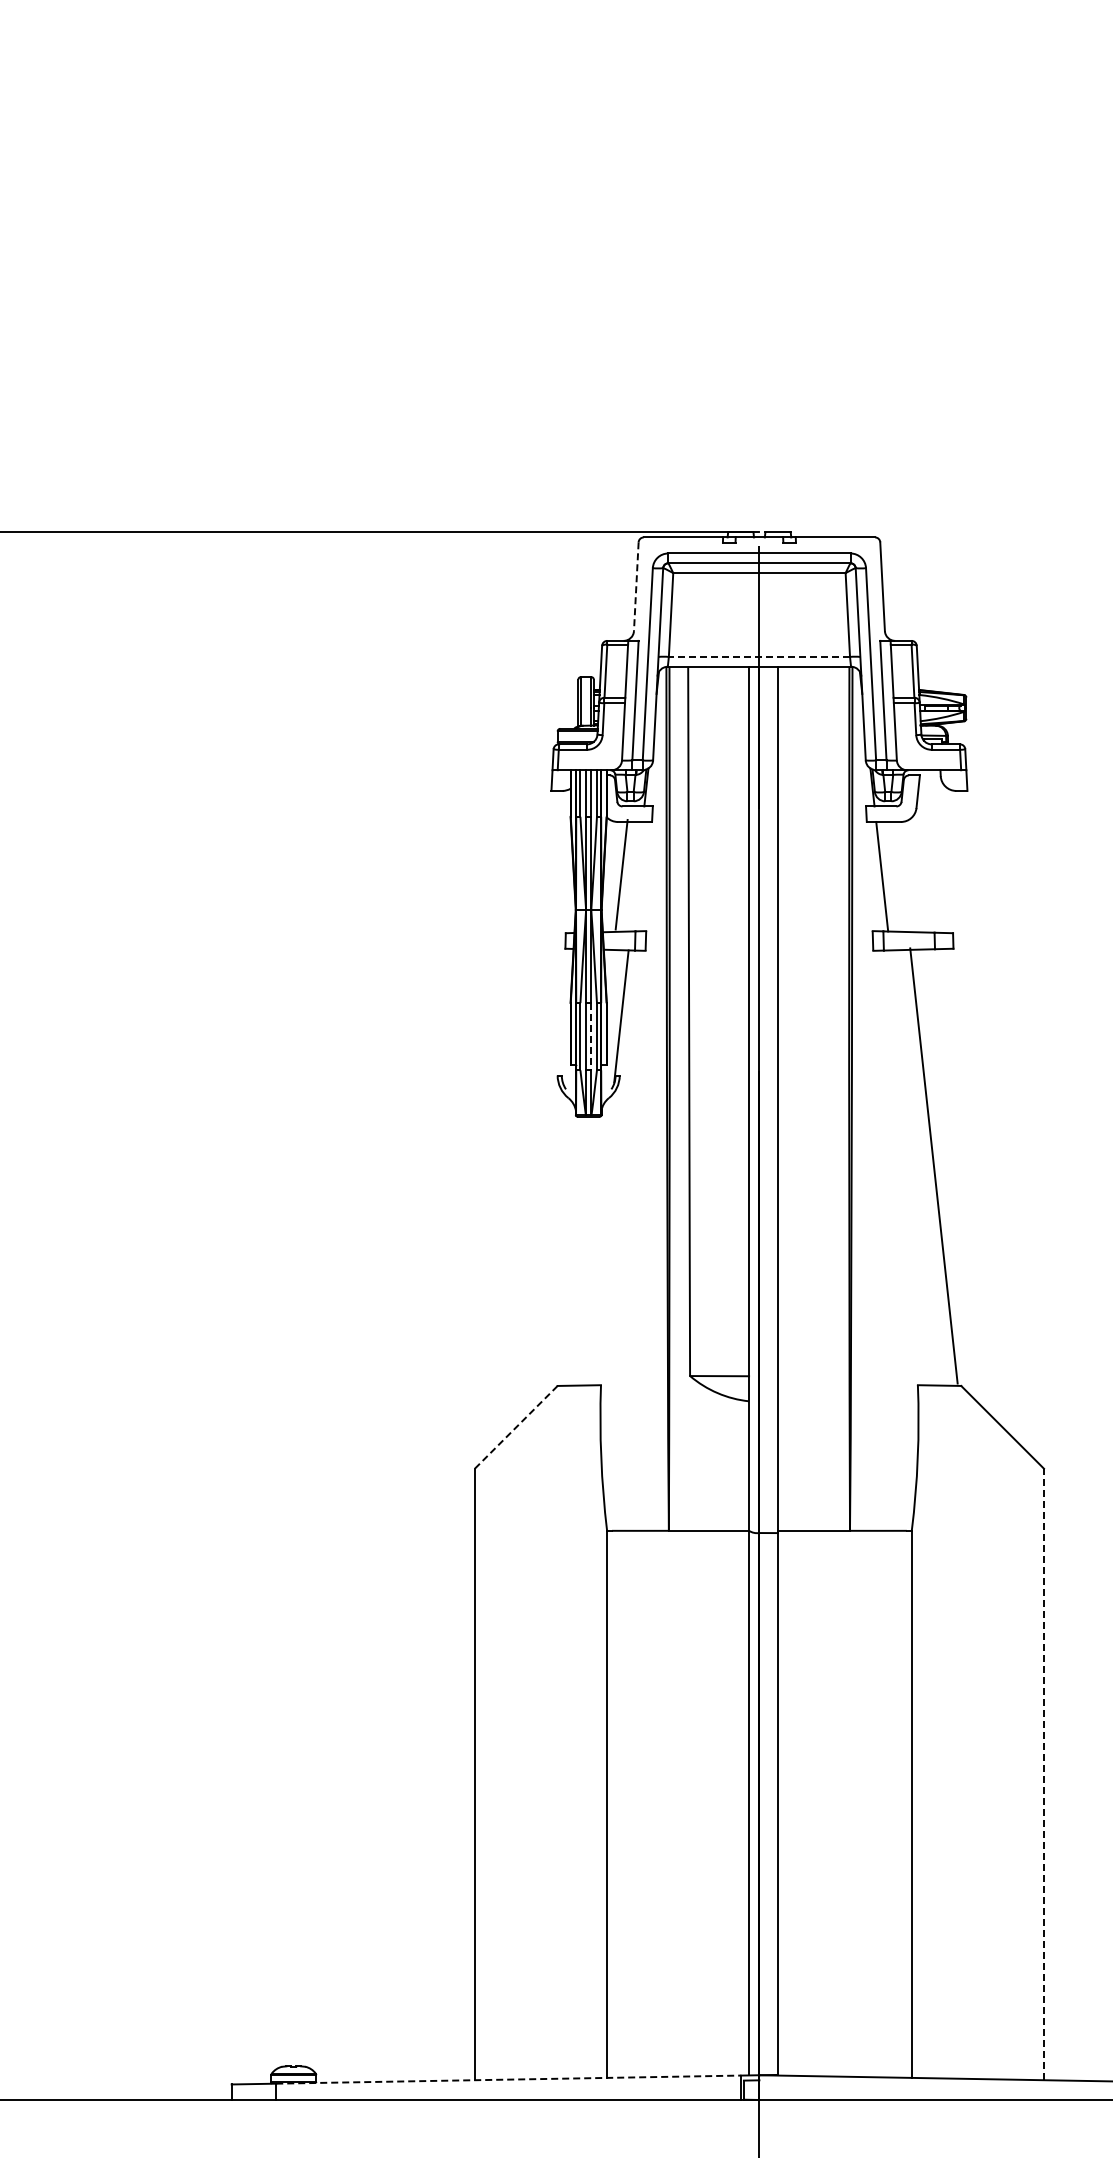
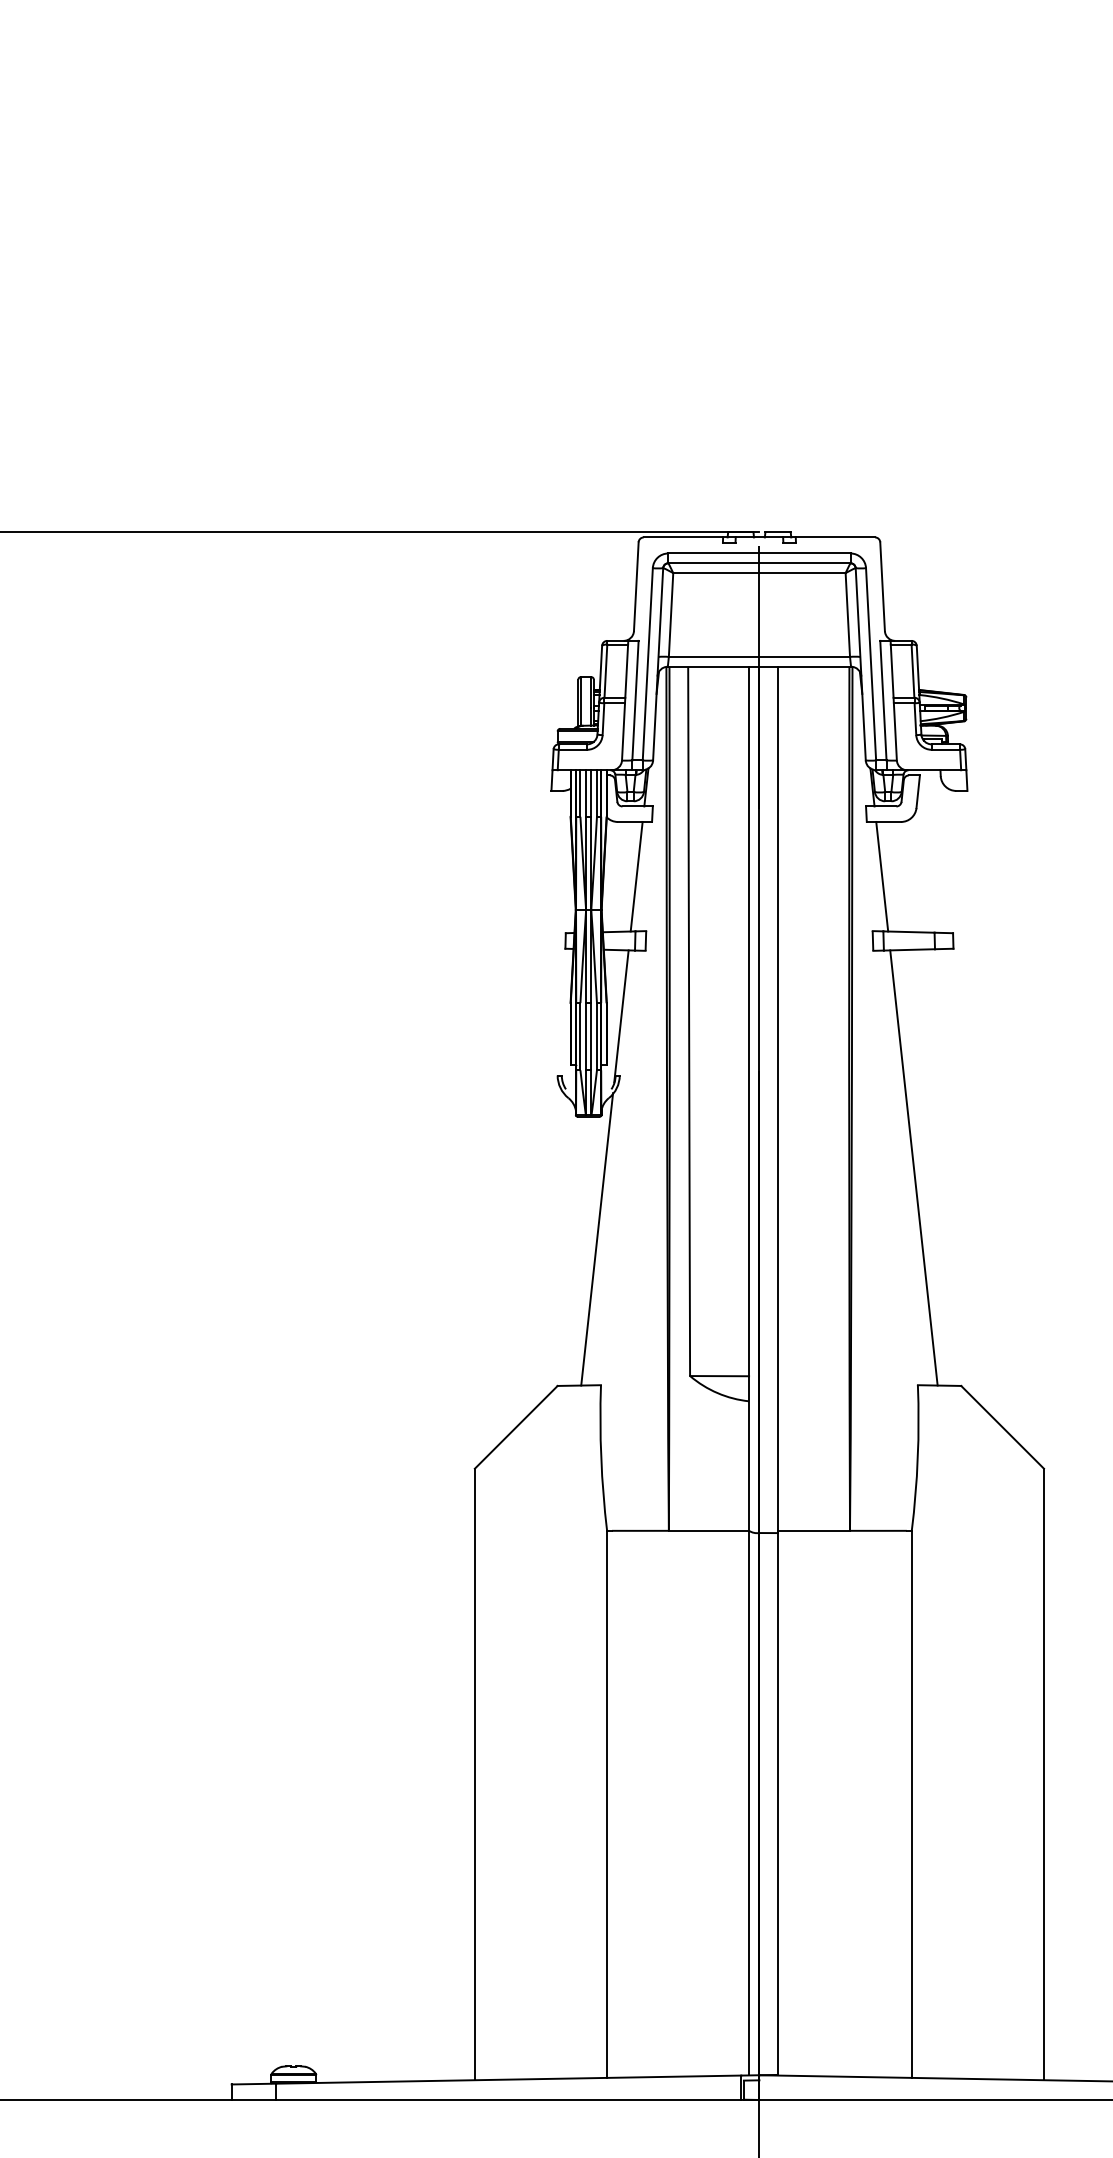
line at (636, 587): dashed -> solid
line at (759, 656): dashed -> solid
line at (621, 874) position: (621, 874) -> (636, 876)
line at (591, 1036): dashed -> solid
line at (933, 1165) position: (933, 1165) -> (913, 1167)
line at (597, 1239): none -> present
line at (516, 1427): dashed -> solid
line at (1044, 1774): dashed -> solid
line at (508, 2079): dashed -> solid
